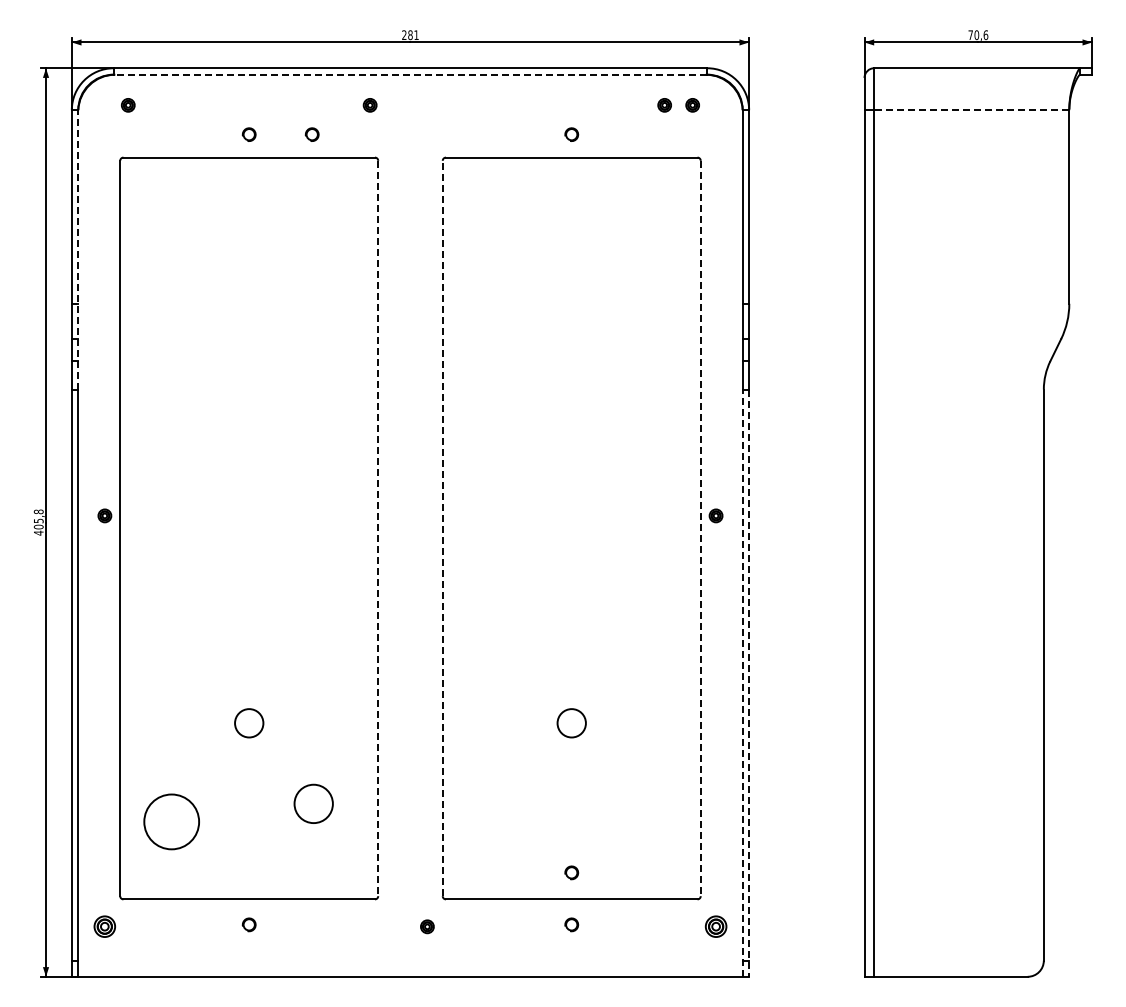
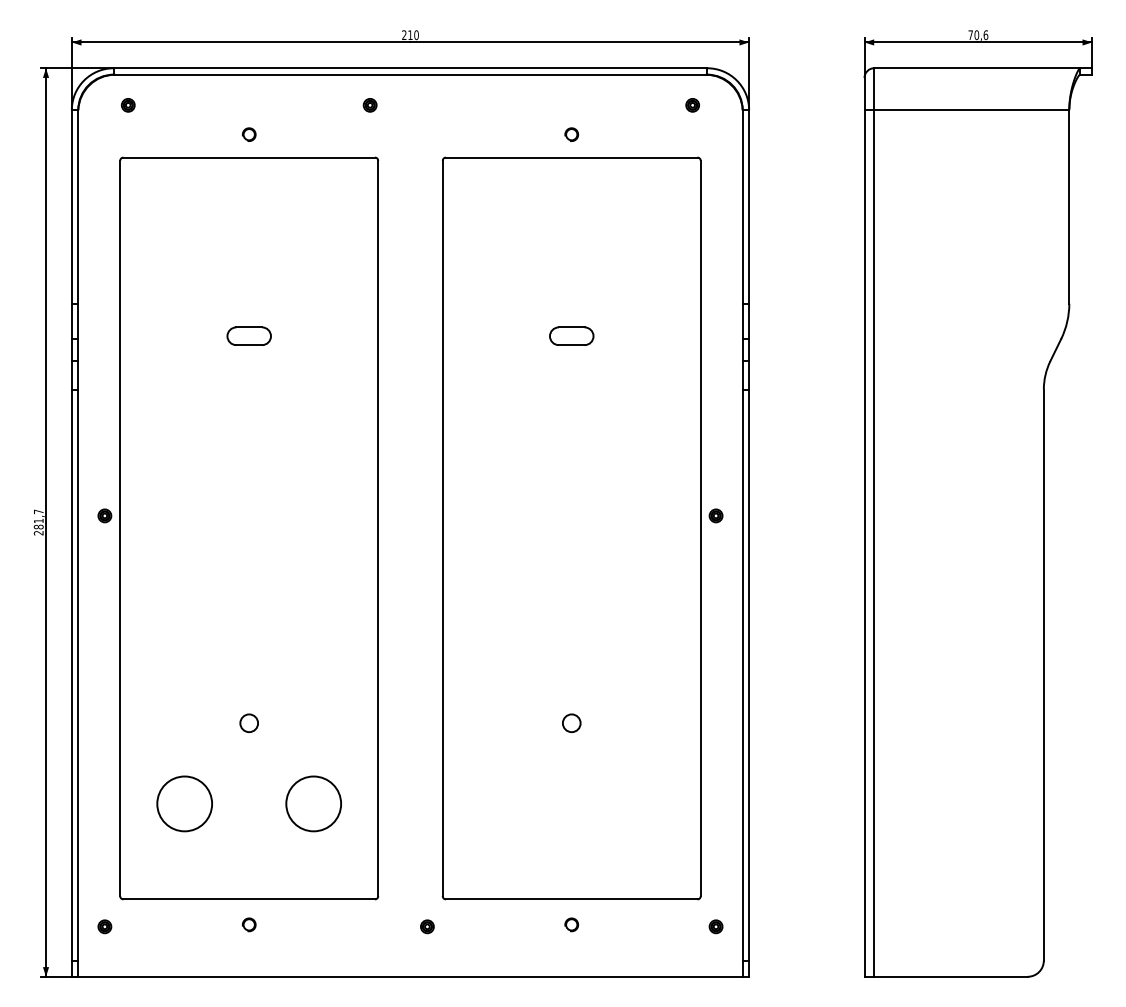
text at (413, 35): 281 -> 210
line at (410, 74): dashed -> solid
part at (664, 105): present -> none
line at (971, 110): dashed -> solid
part at (311, 134): present -> none
line at (78, 249): dashed -> solid
part at (248, 335): none -> present
part at (571, 335): none -> present
text at (38, 522): 405,8 -> 281,7
line at (378, 528): dashed -> solid
line at (442, 528): dashed -> solid
line at (700, 528): dashed -> solid
line at (742, 683): dashed -> solid
line at (749, 683): dashed -> solid
circle at (249, 723) diameter: 28 px -> 18 px
circle at (571, 723) diameter: 28 px -> 18 px
circle at (313, 803) diameter: 38 px -> 55 px
circle at (171, 821) position: (171, 821) -> (184, 803)
part at (571, 872): present -> none
part at (104, 926) size: 23x23 px -> 16x16 px
part at (715, 926) size: 24x23 px -> 16x16 px
